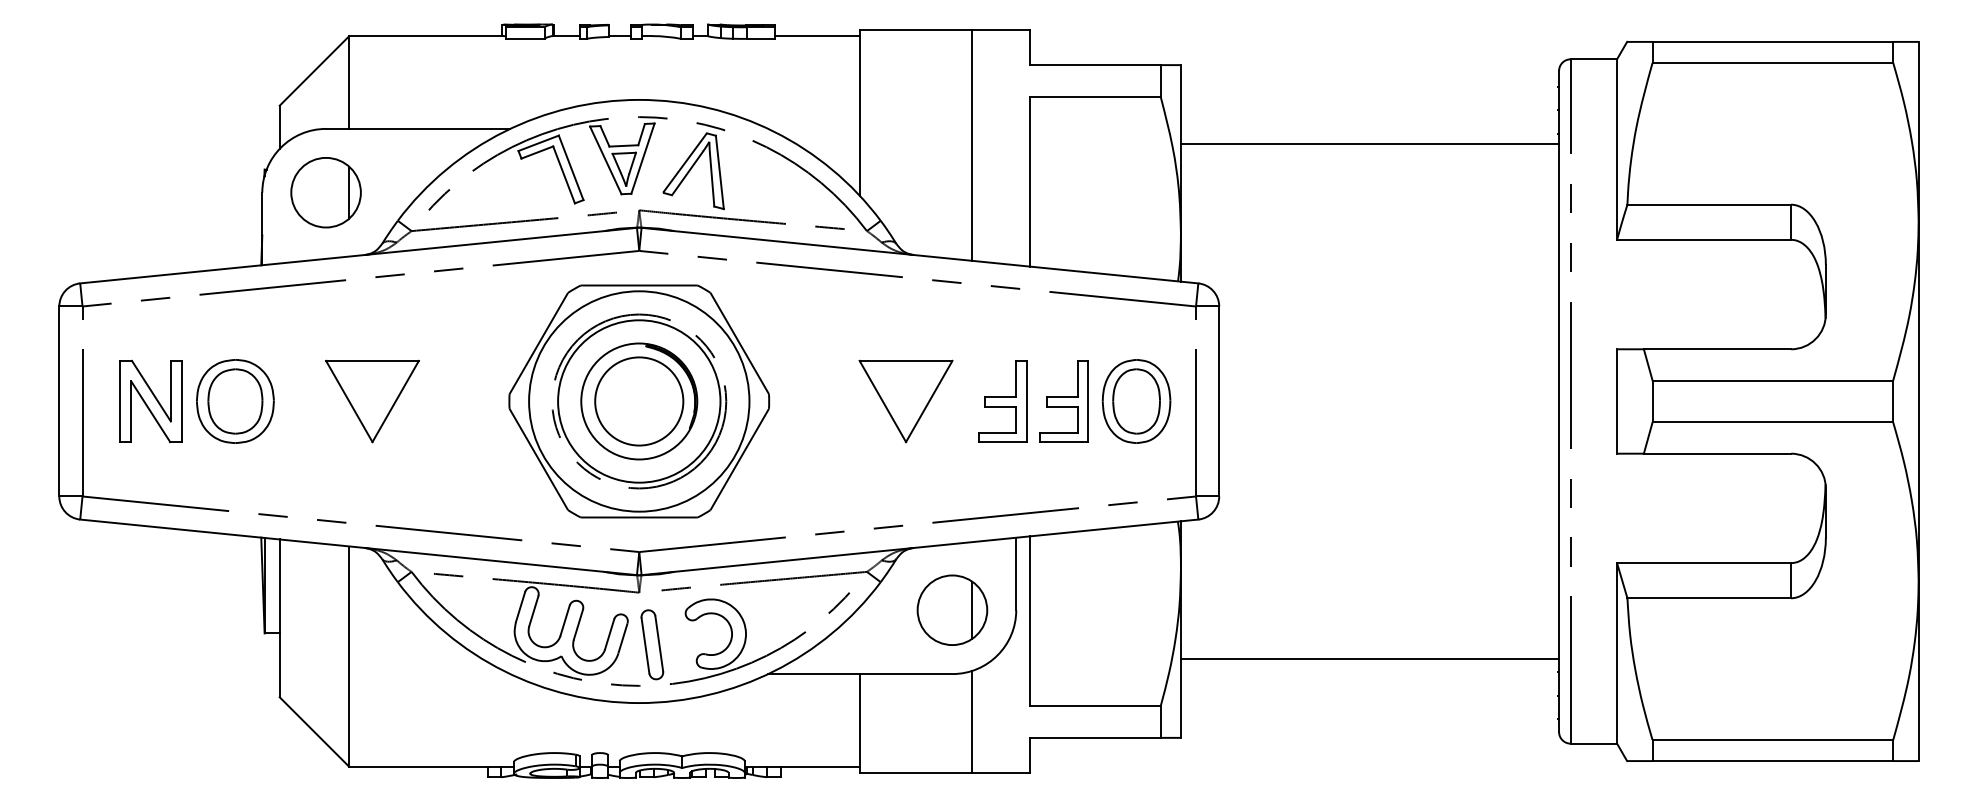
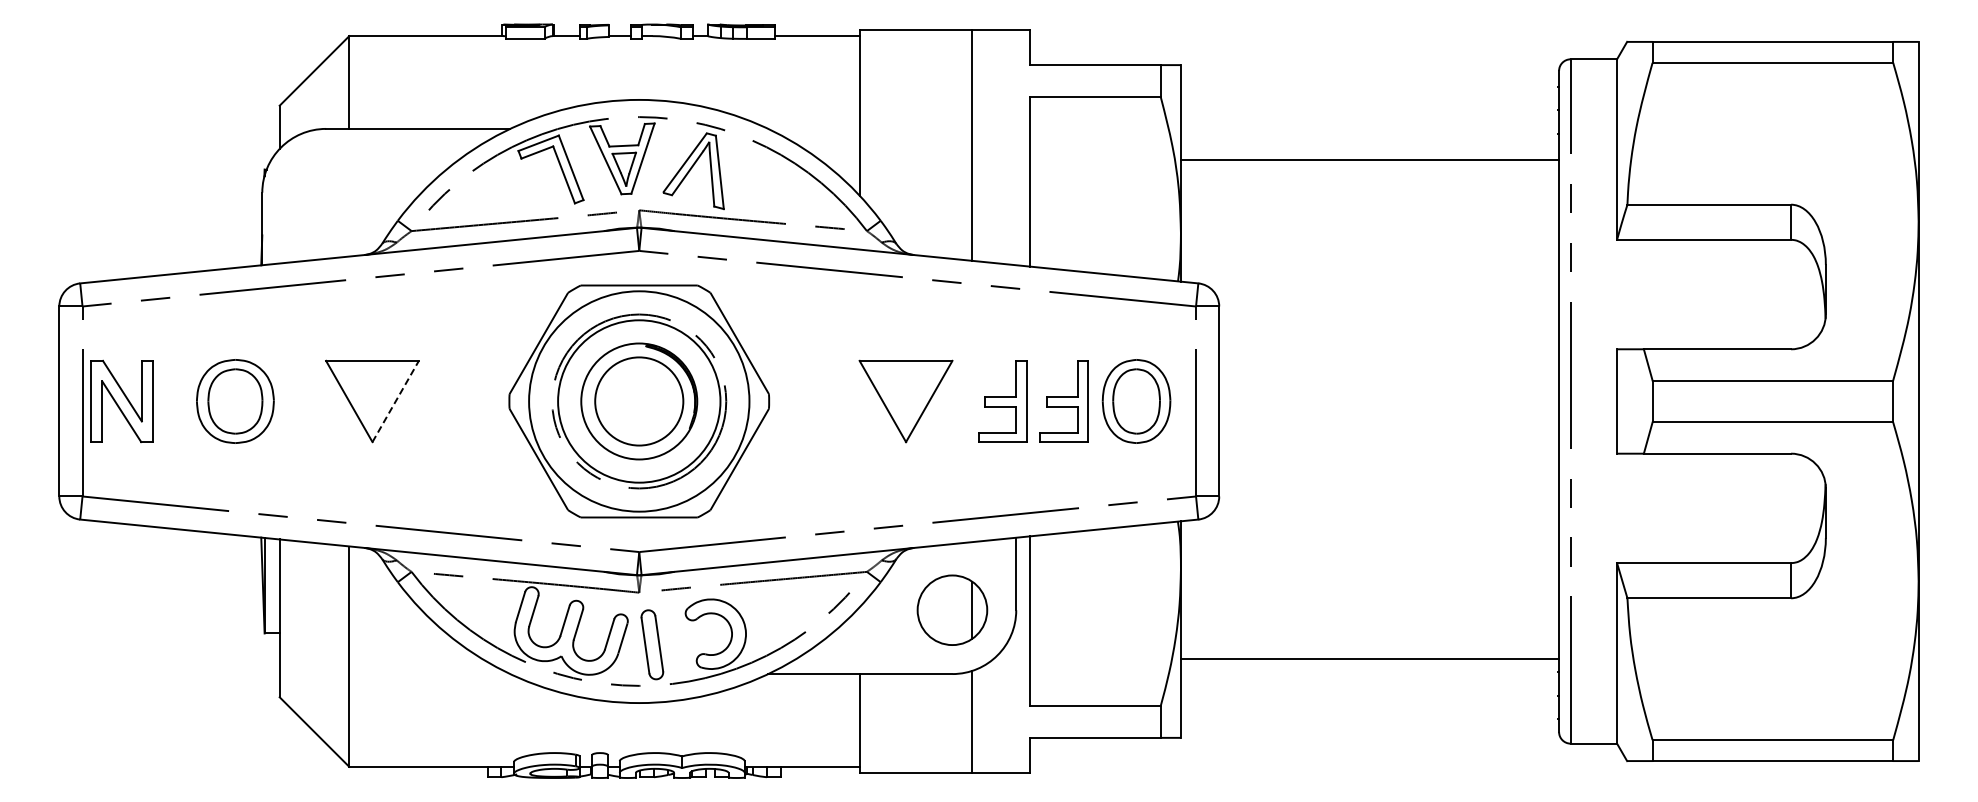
line at (1369, 143) position: (1369, 143) -> (1369, 159)
part at (325, 192): present -> none
part at (150, 400) position: (150, 400) -> (121, 400)
line at (395, 401): solid -> dashed
